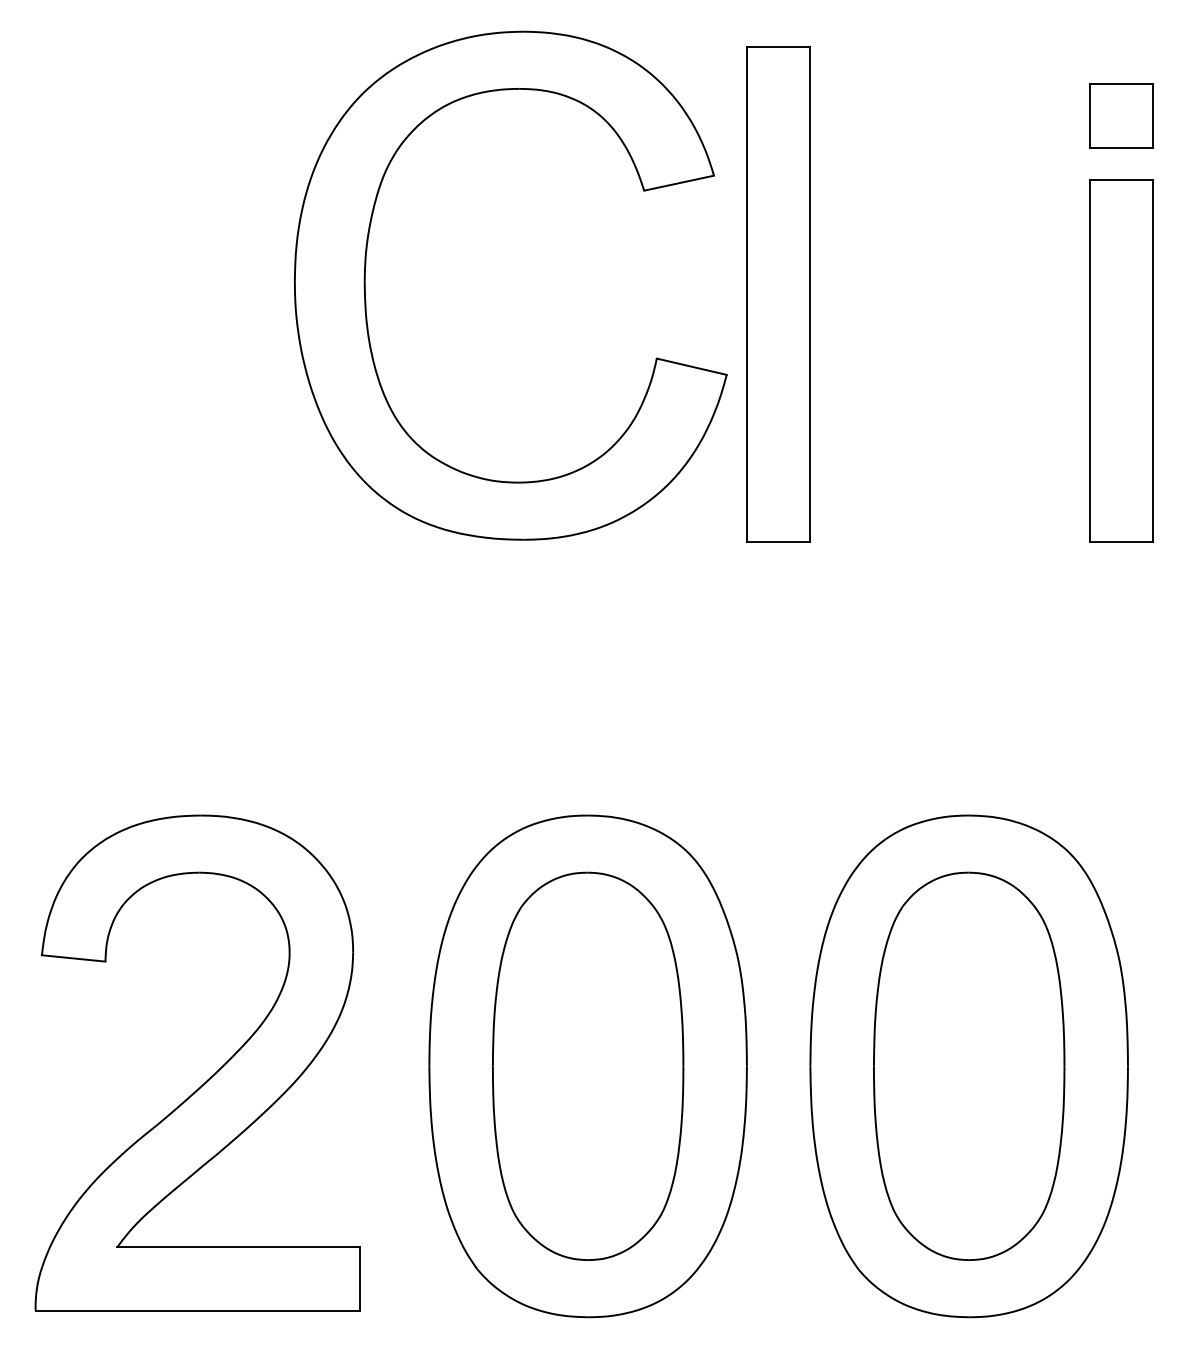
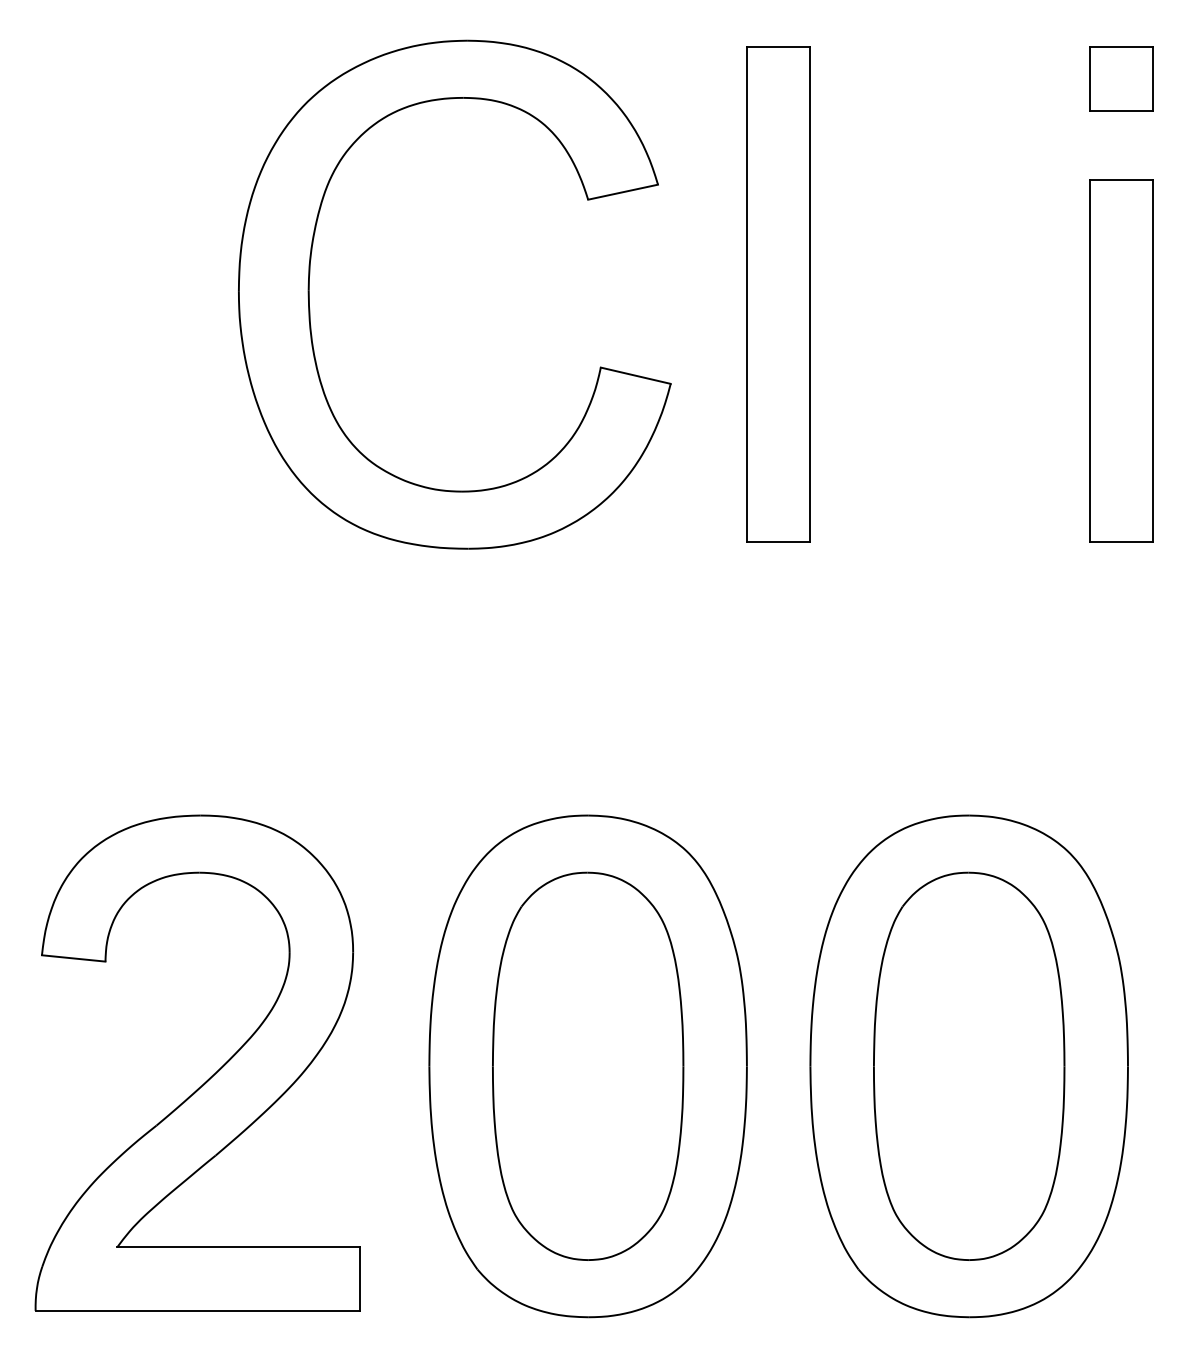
part at (1121, 115) position: (1121, 115) -> (1121, 78)
part at (366, 300) position: (366, 300) -> (310, 309)
